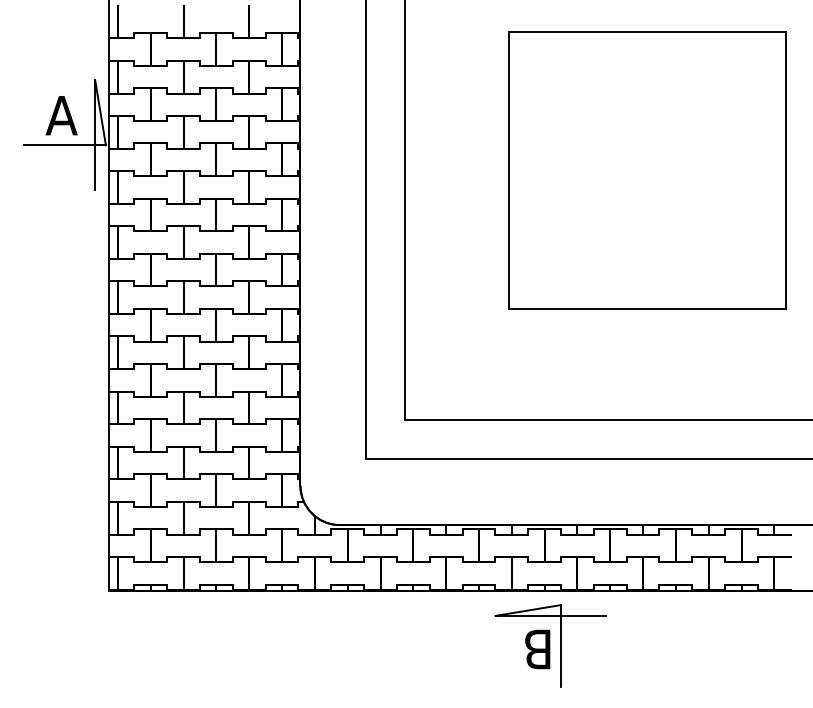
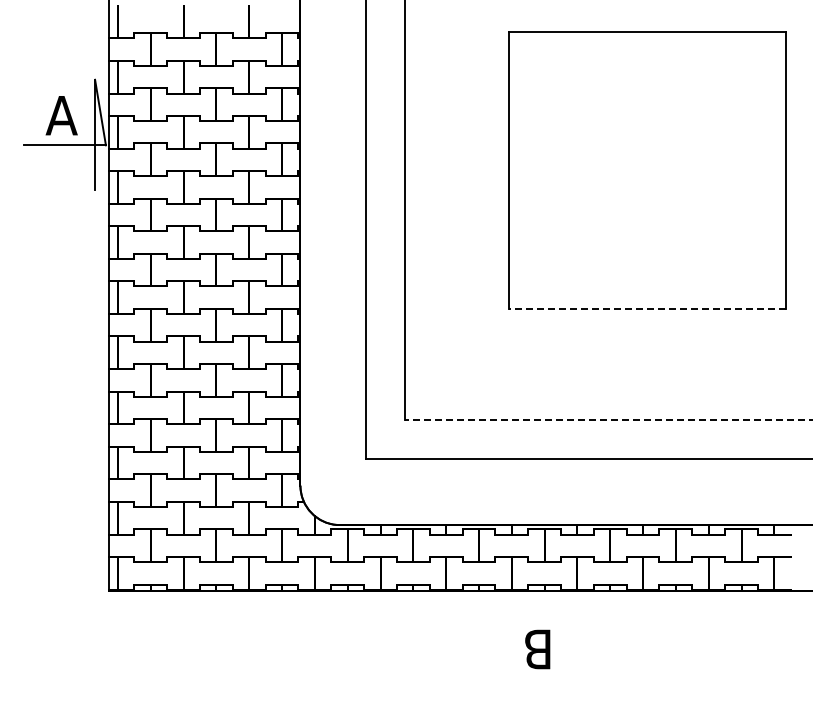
line at (647, 309): solid -> dashed
line at (608, 420): solid -> dashed
part at (560, 645): present -> none
